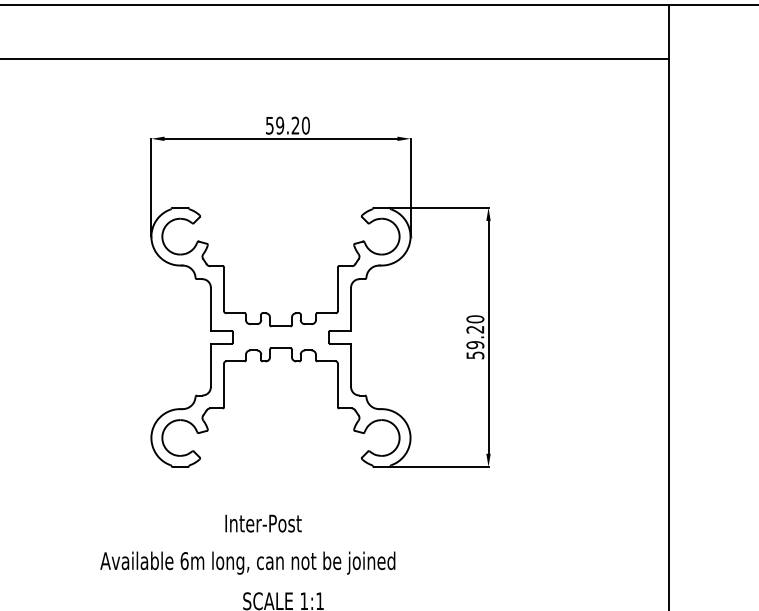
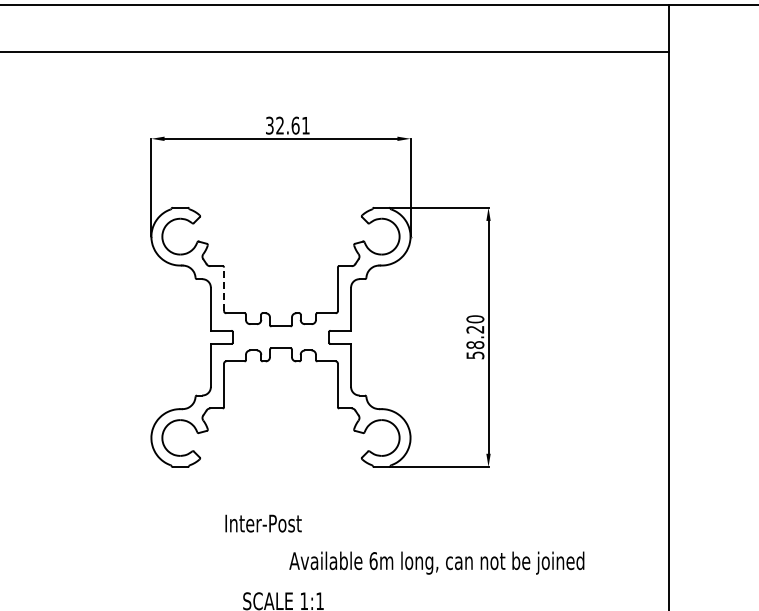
line at (335, 58) position: (335, 58) -> (335, 51)
text at (287, 125): 59.20 -> 32.61
line at (224, 289): solid -> dashed
text at (475, 345): 59.20 -> 58.20
text at (247, 562) position: (247, 562) -> (436, 562)
